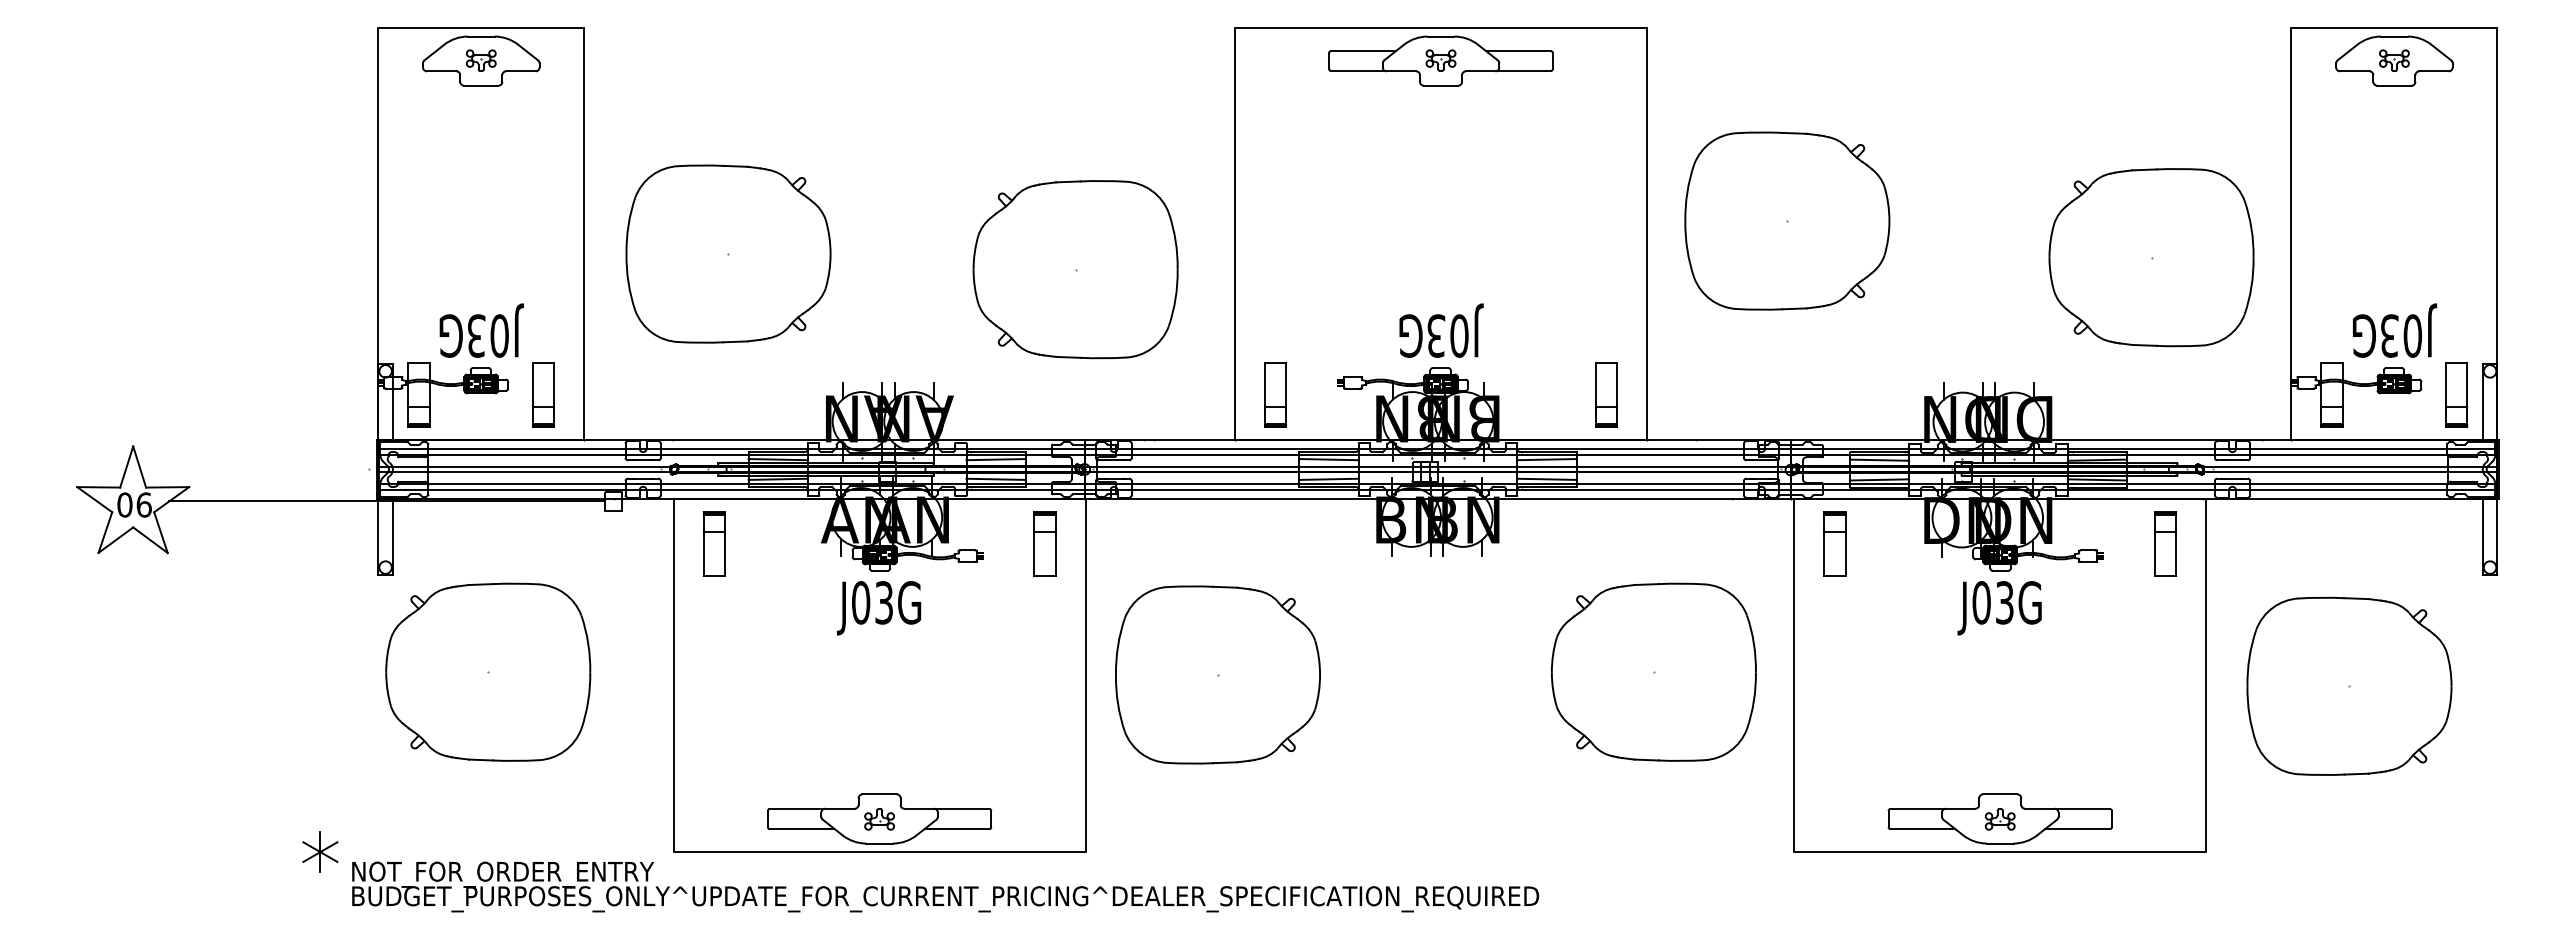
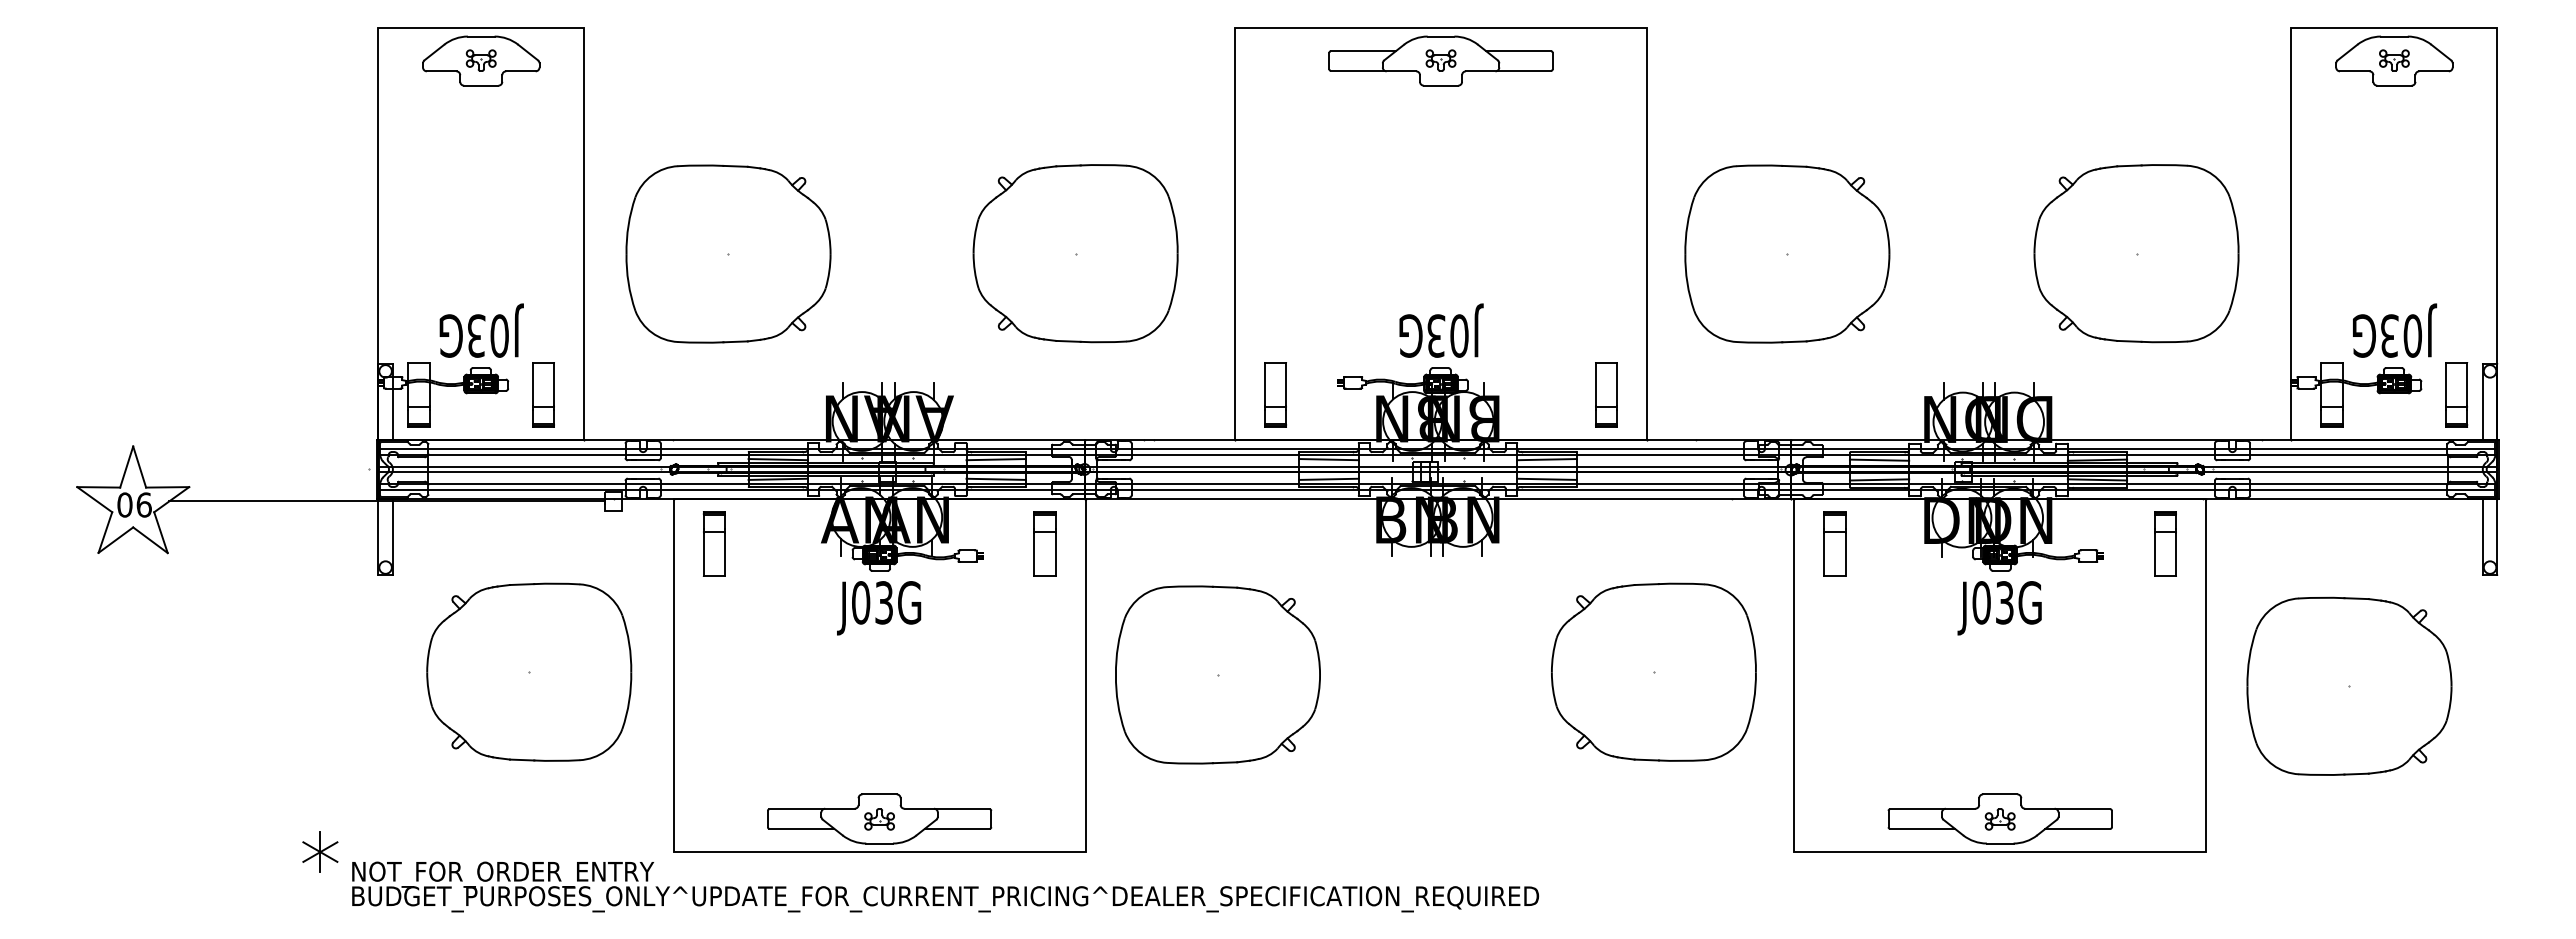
part at (1787, 220) position: (1787, 220) -> (1787, 253)
part at (2151, 257) position: (2151, 257) -> (2136, 253)
part at (1075, 269) position: (1075, 269) -> (1075, 253)
part at (488, 671) position: (488, 671) -> (529, 671)
